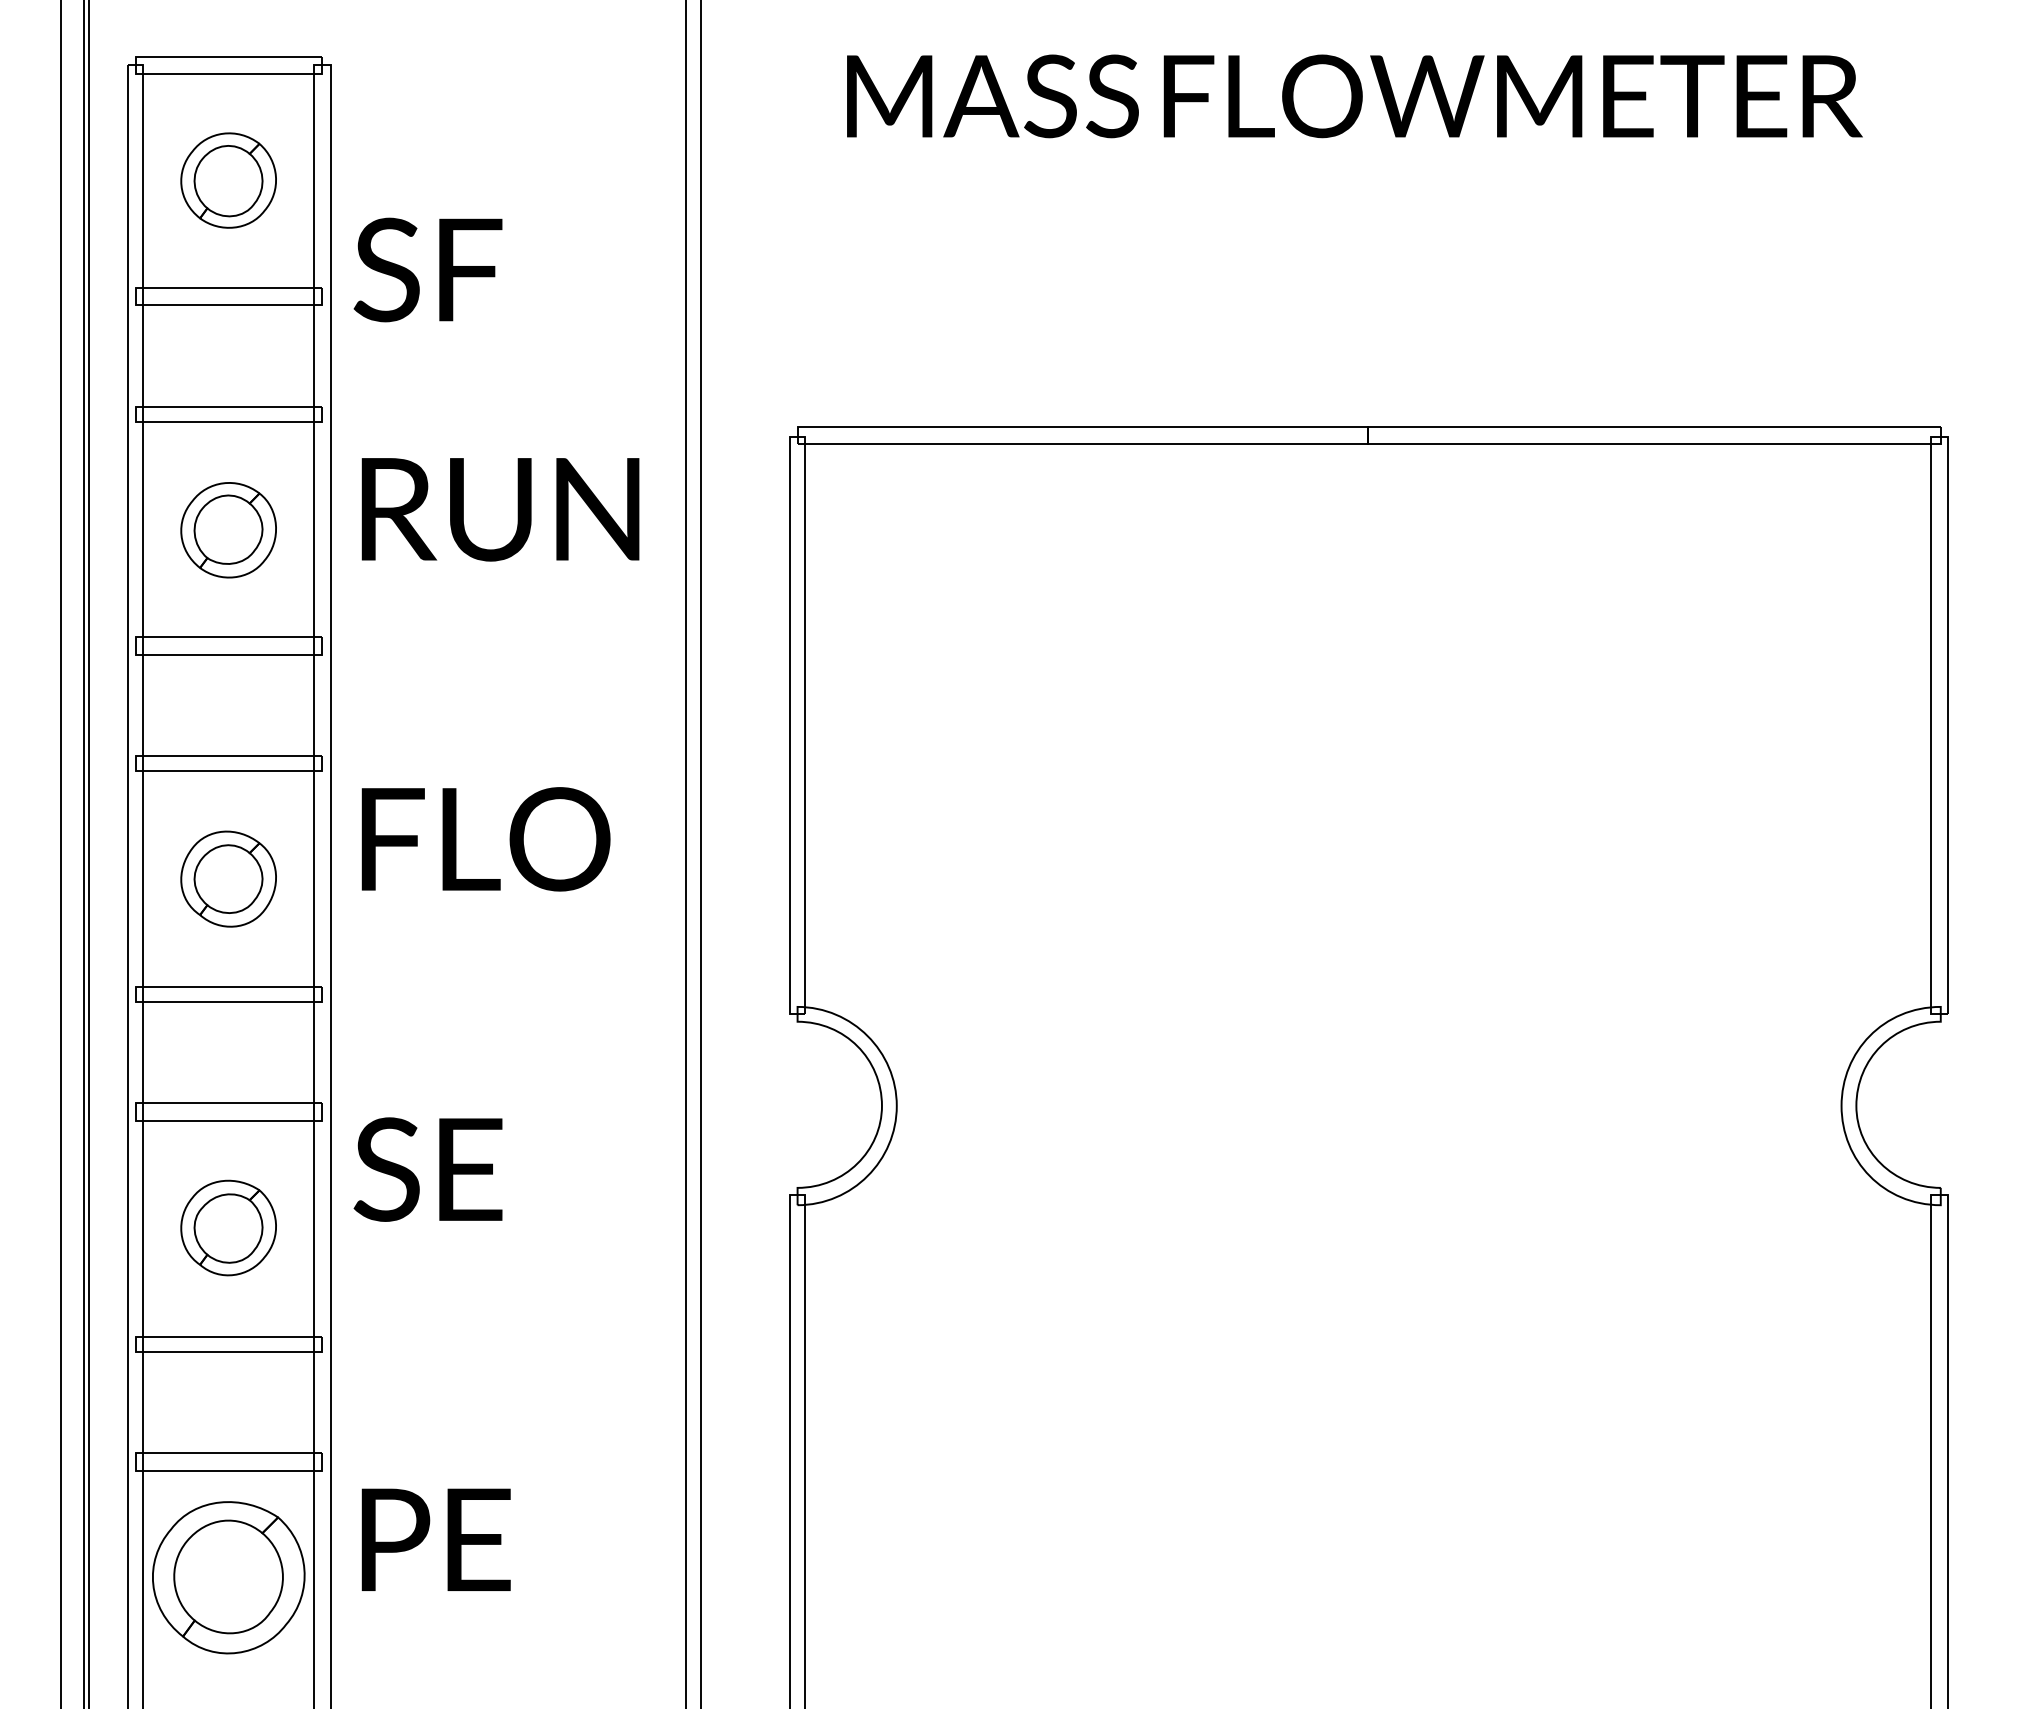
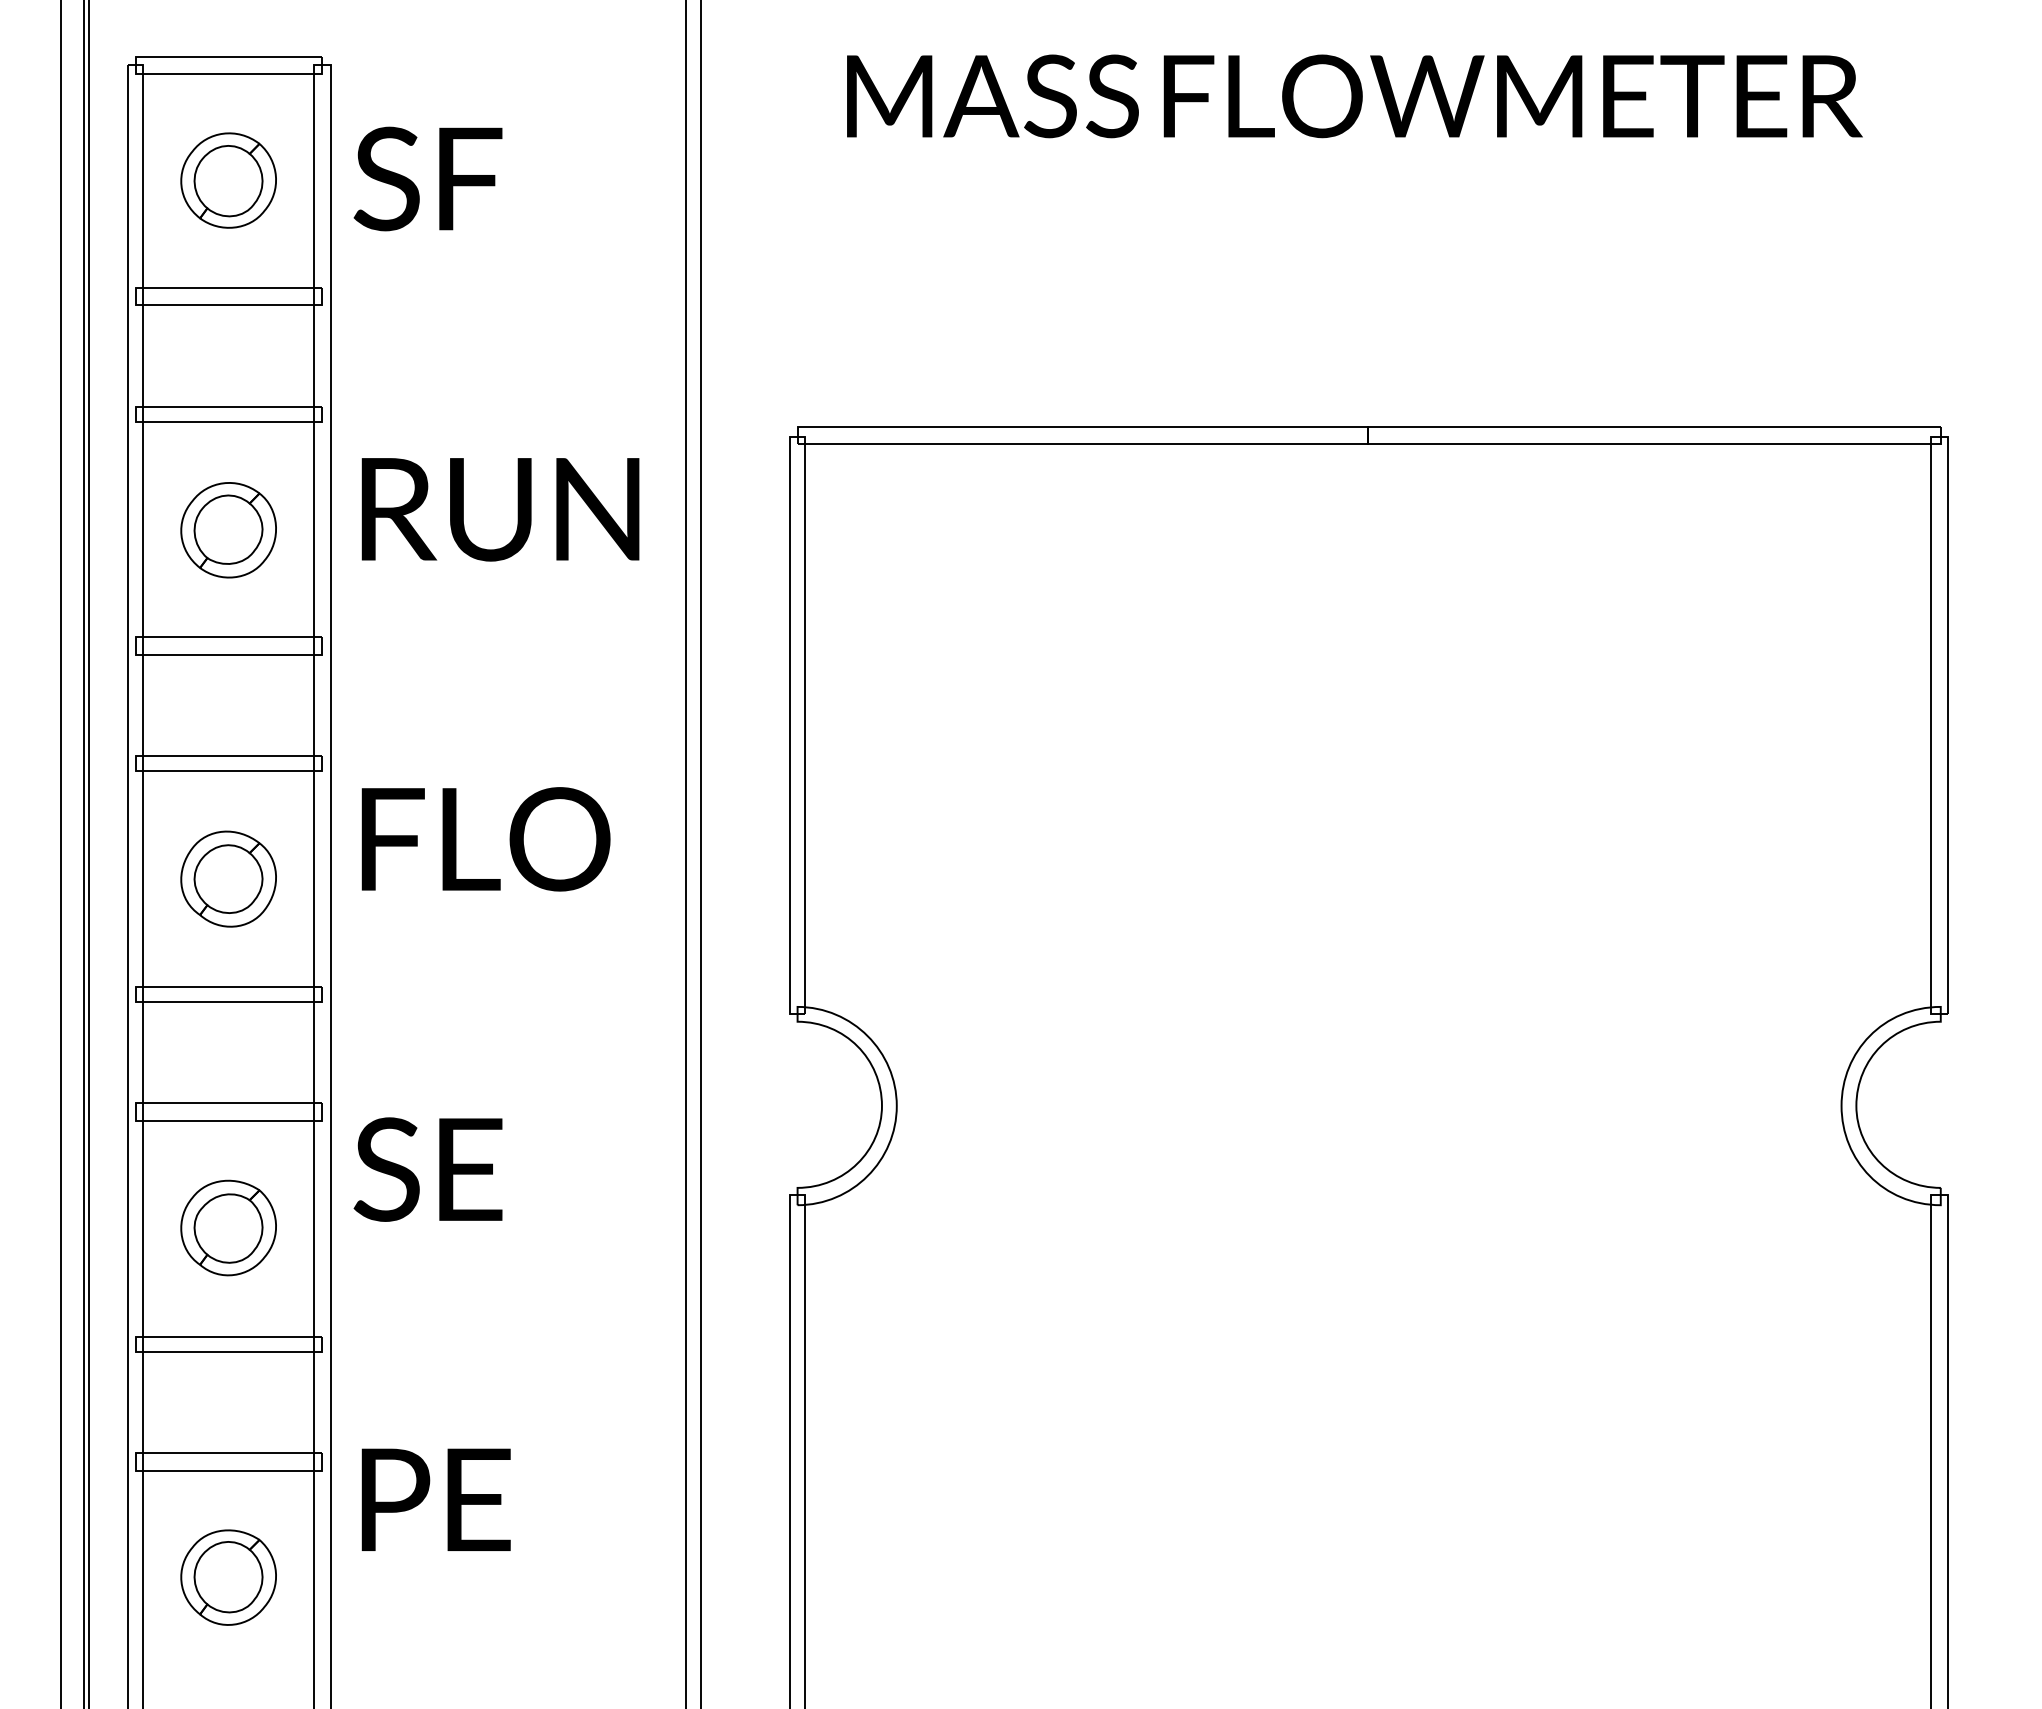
text at (427, 269) position: (427, 269) -> (427, 178)
text at (435, 1539) position: (435, 1539) -> (435, 1499)
part at (228, 1577) size: 154x154 px -> 97x97 px
